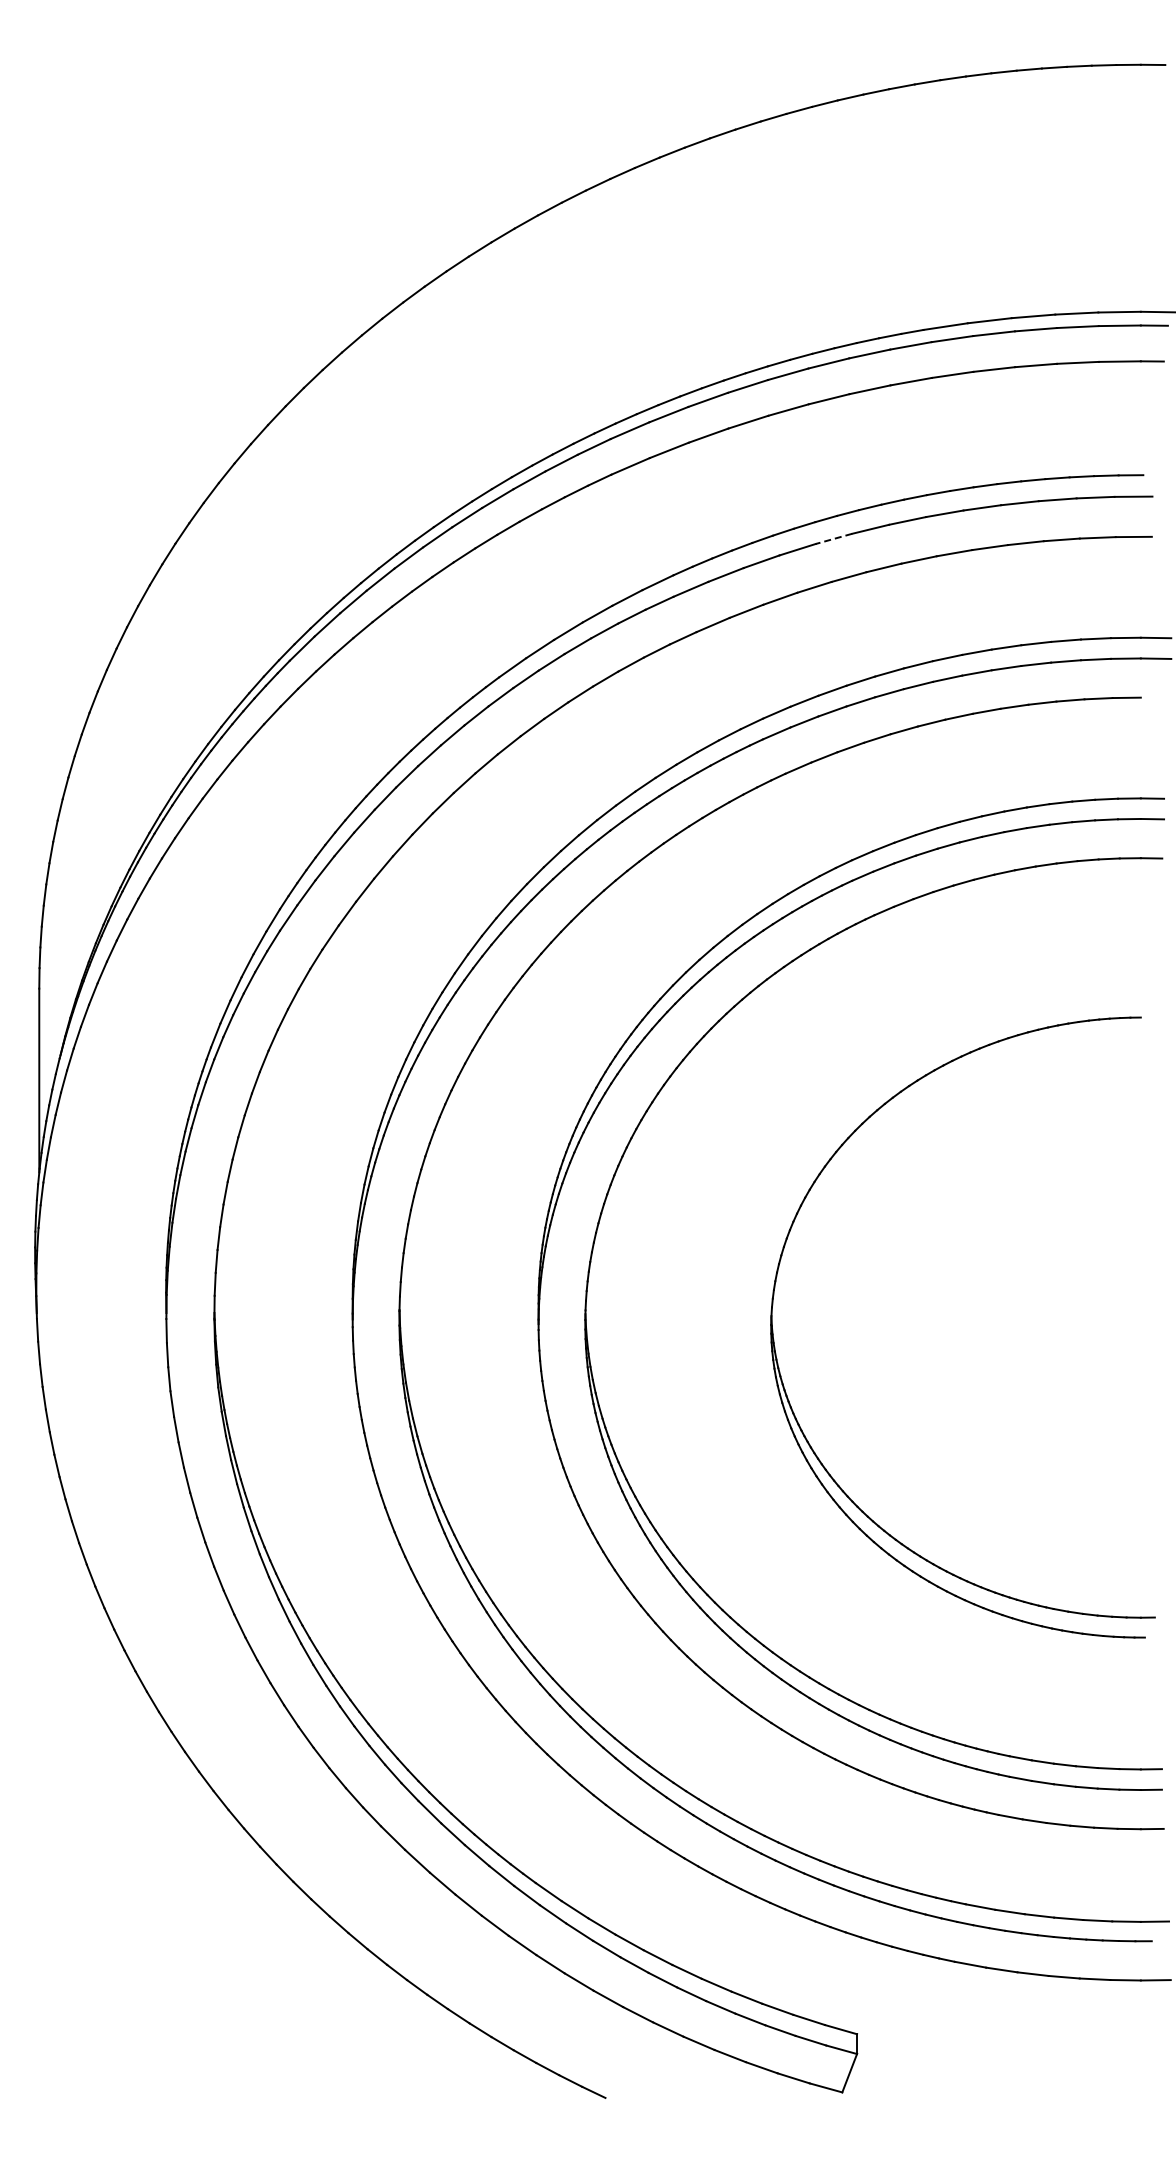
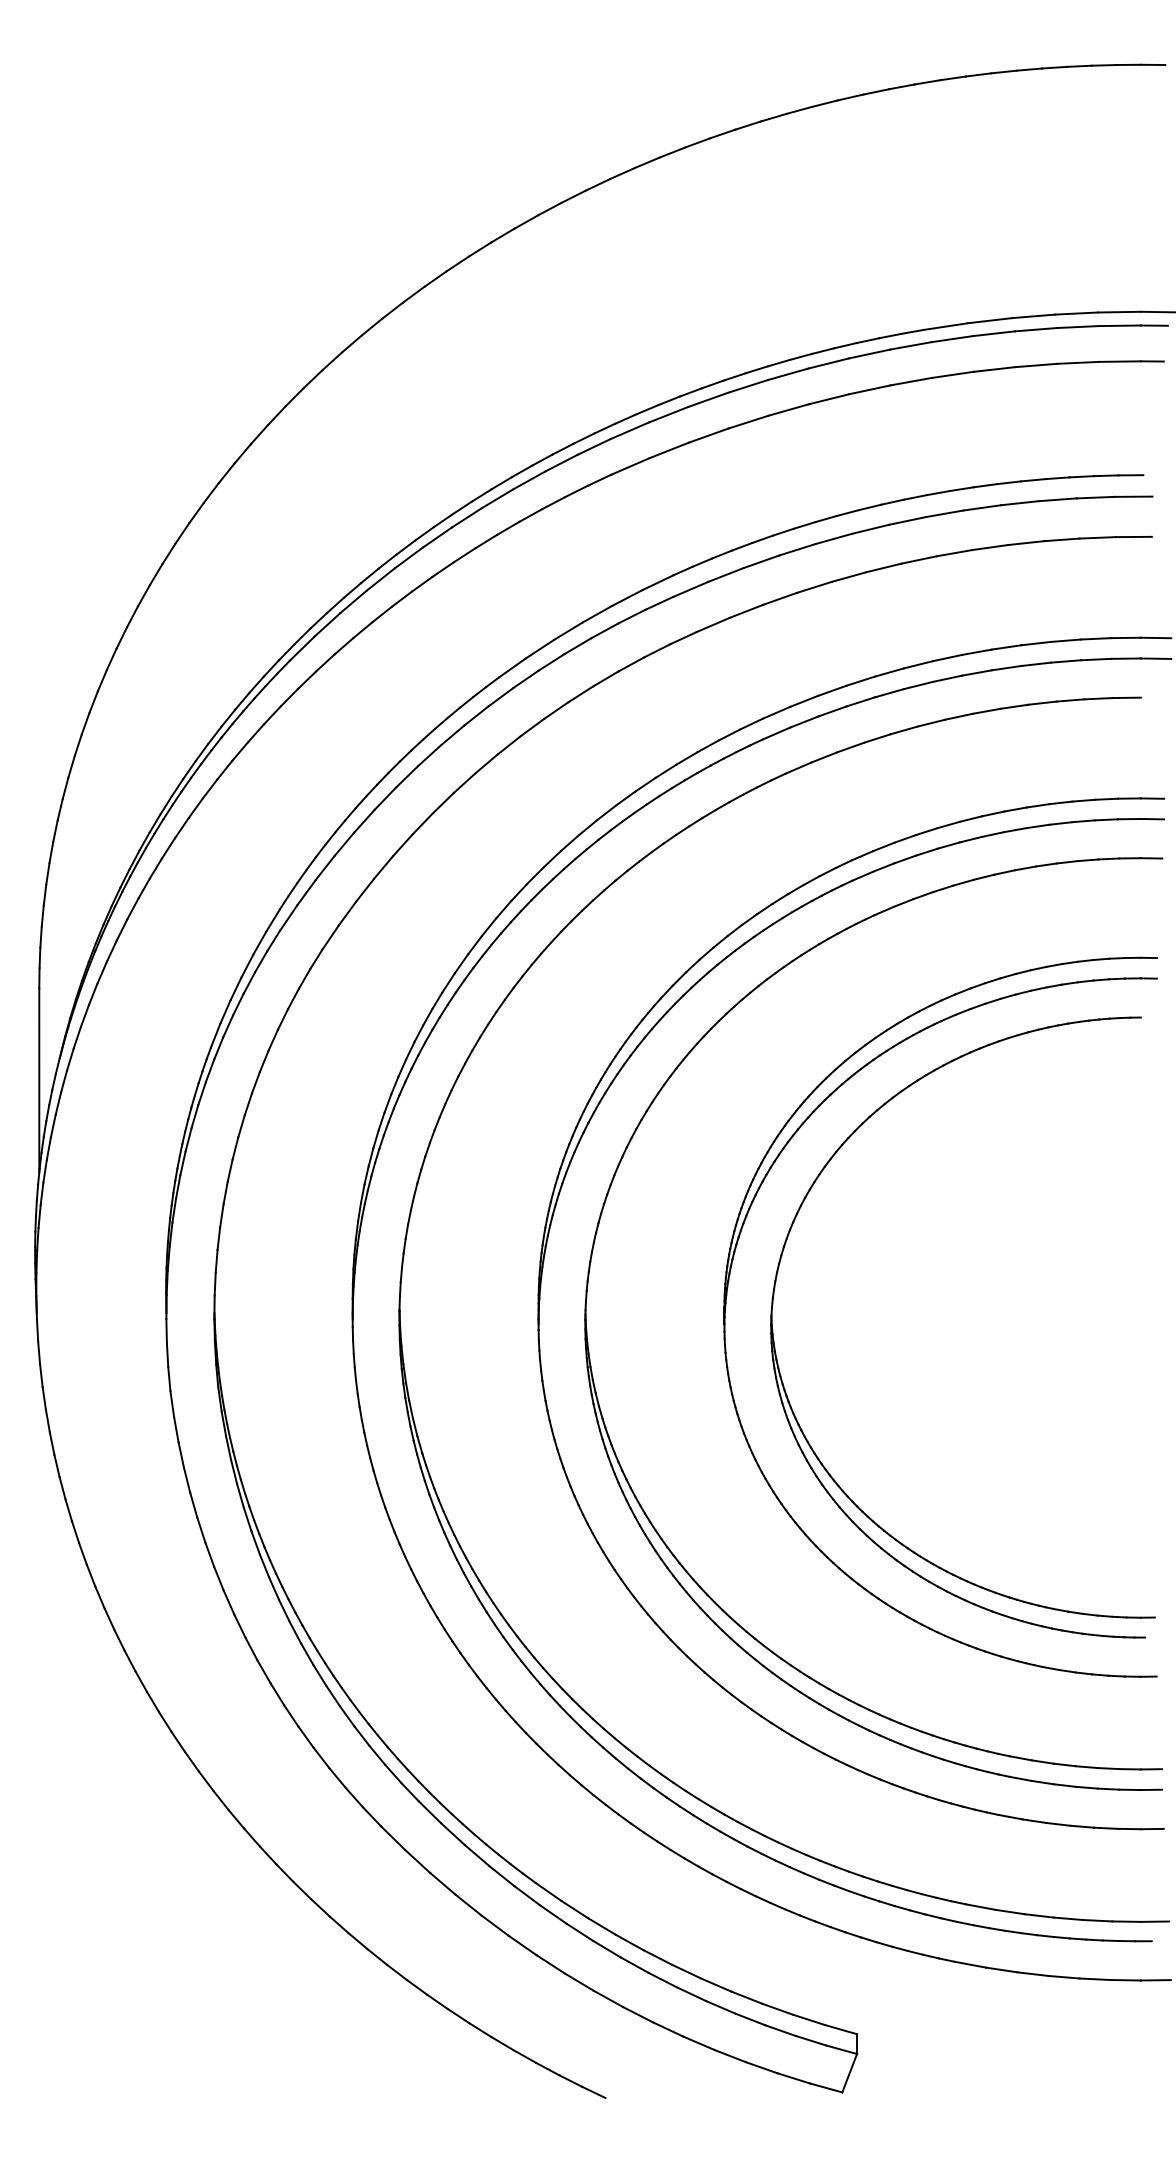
line at (833, 538): dashed -> solid
part at (729, 1281): none -> present
